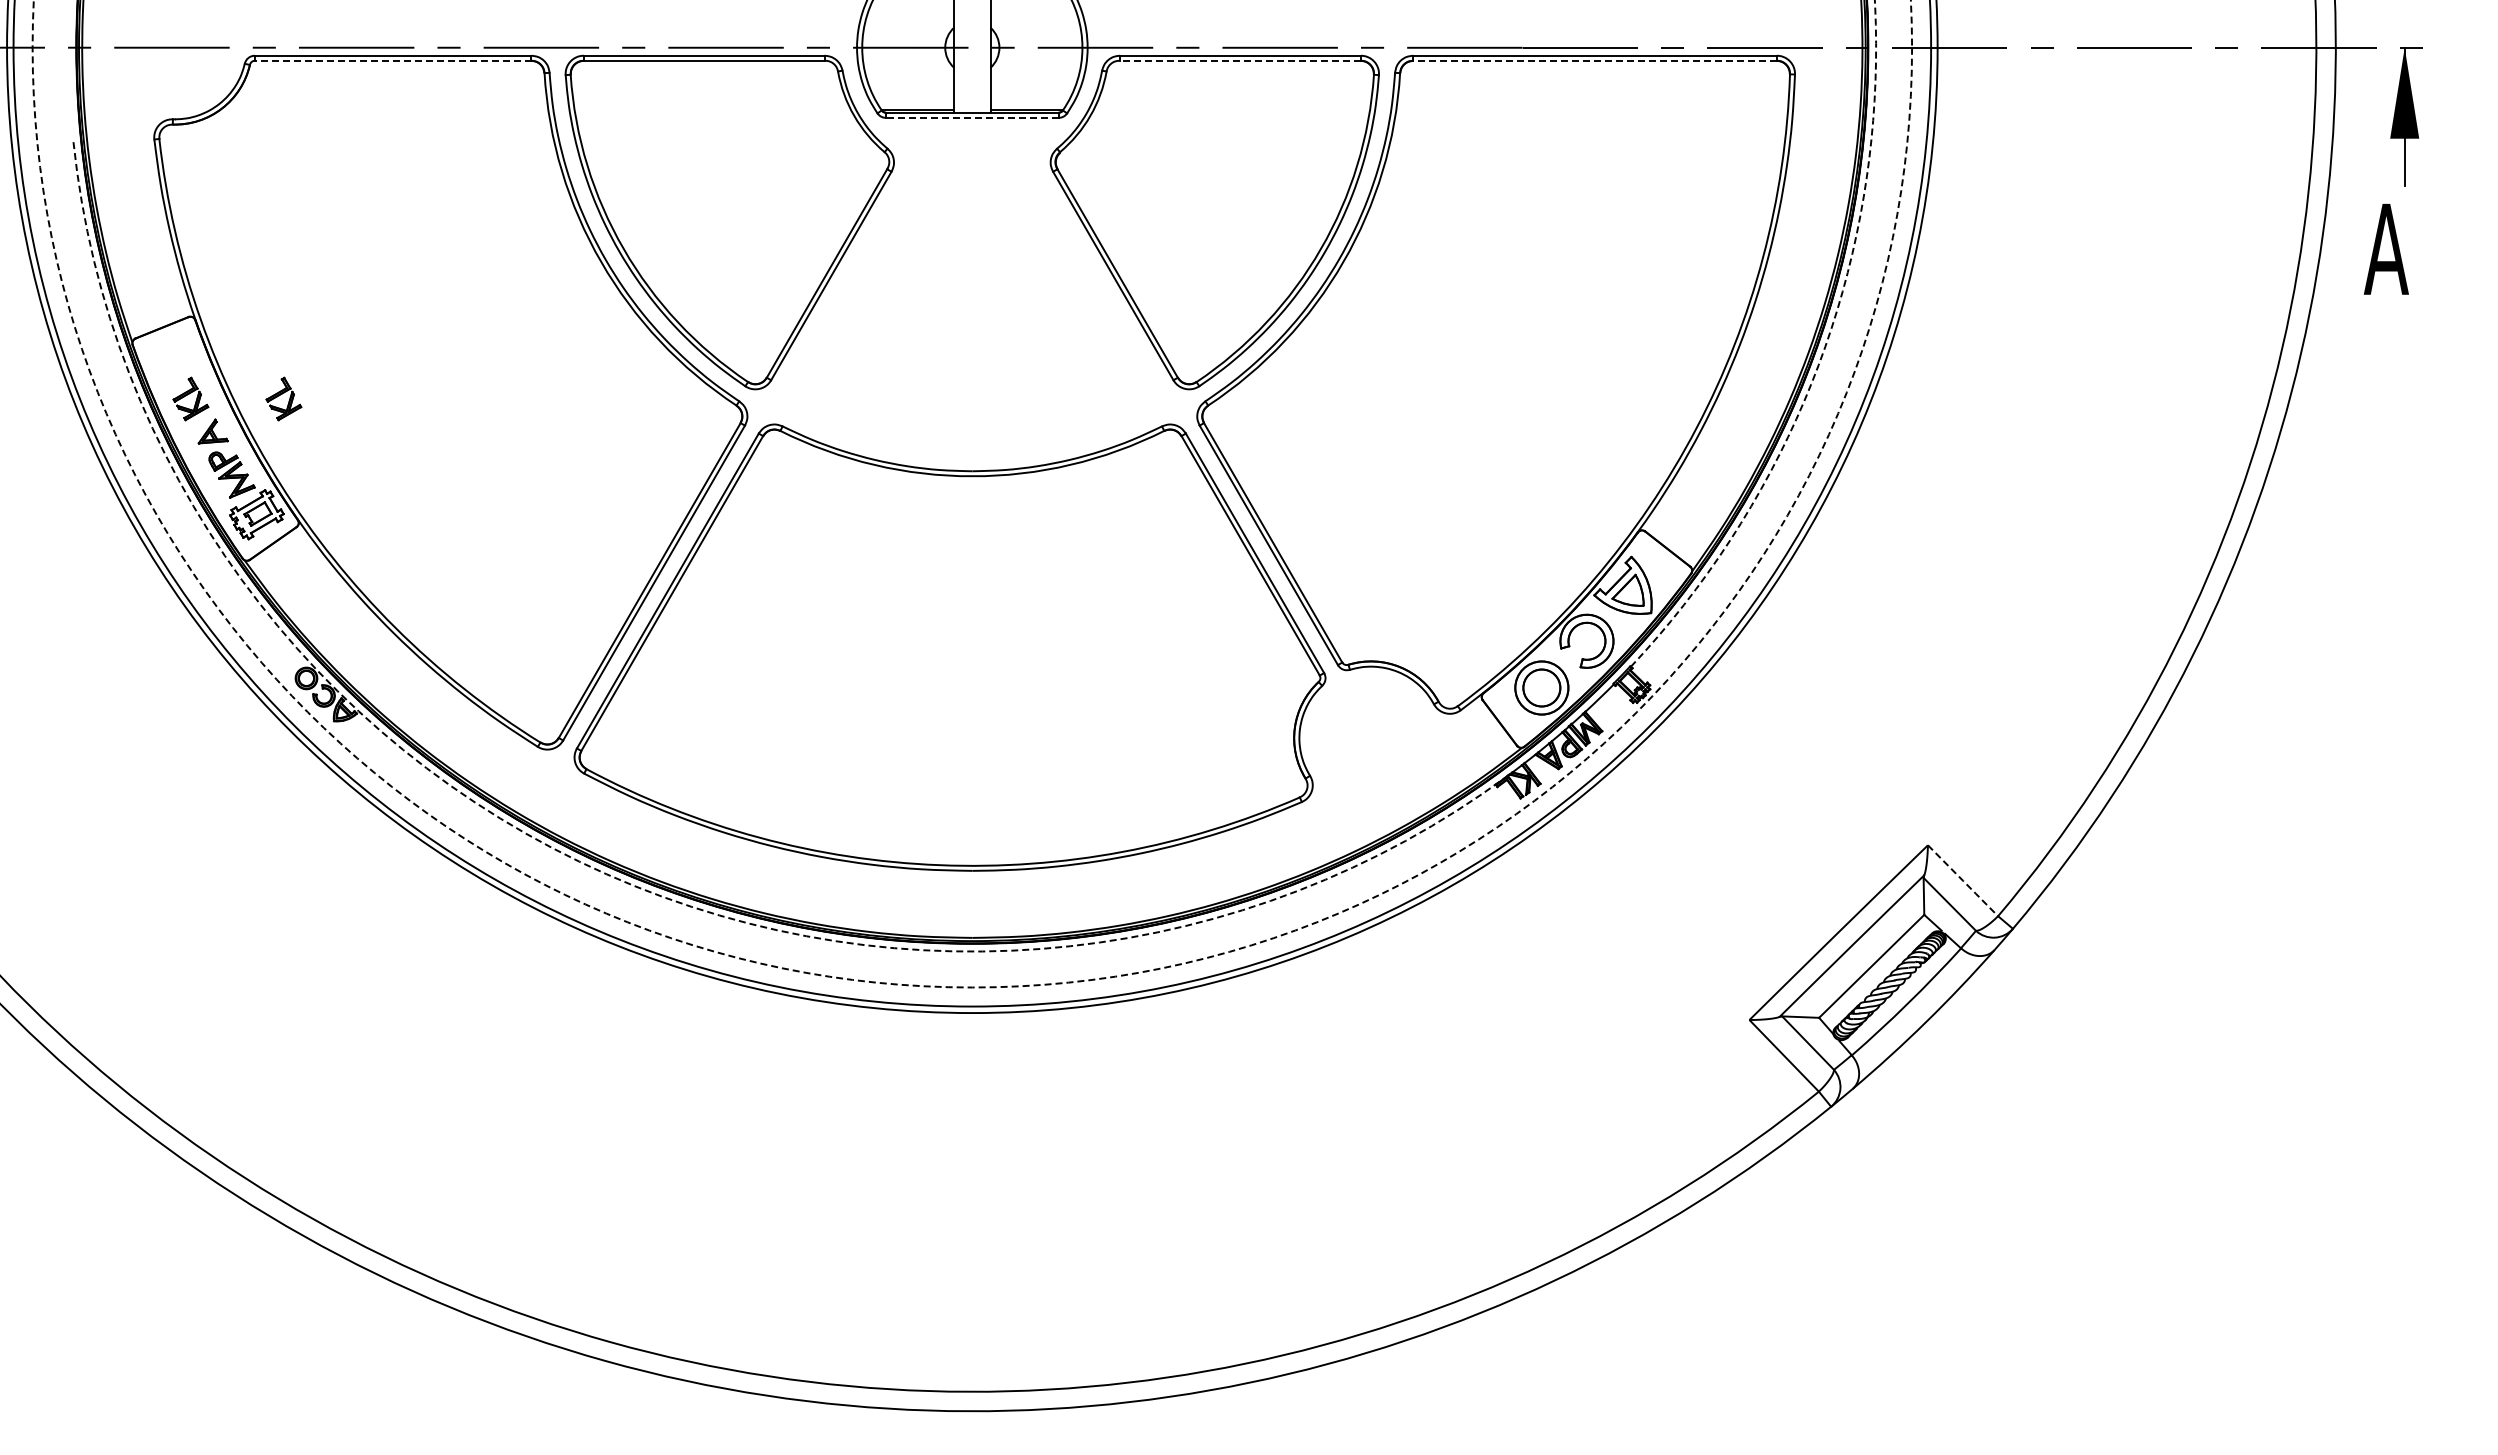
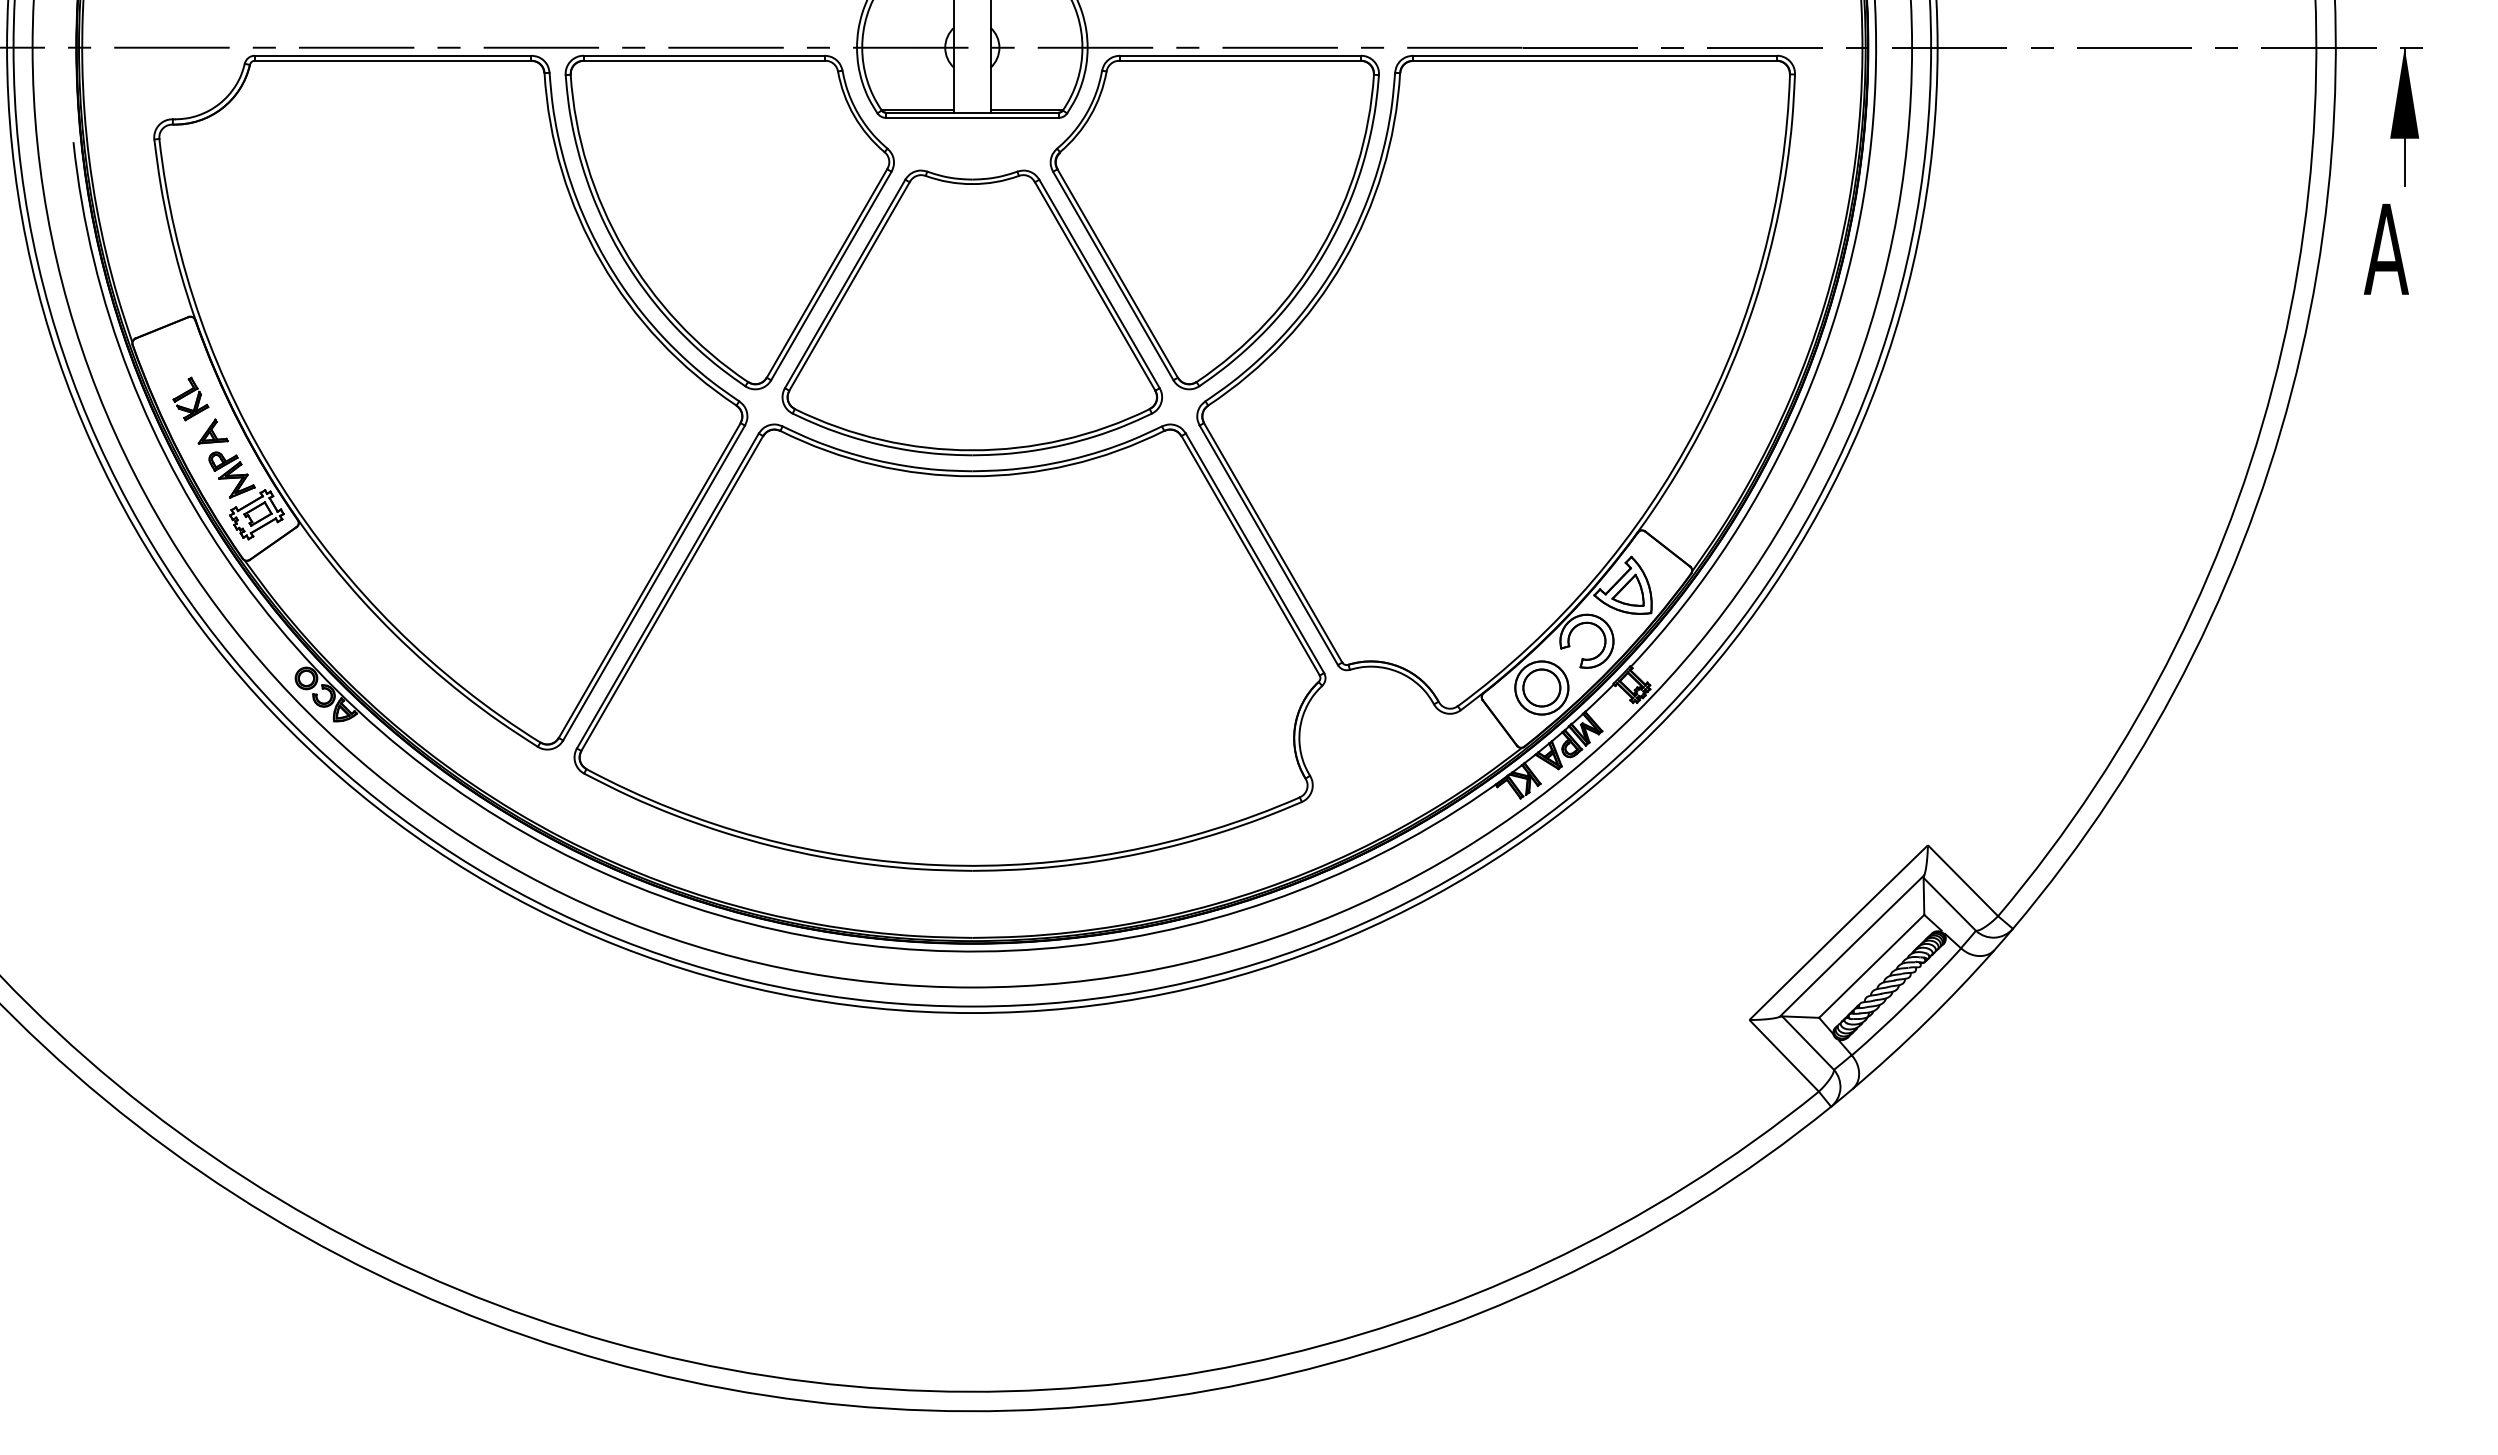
line at (392, 60): dashed -> solid
line at (1240, 60): dashed -> solid
line at (1595, 60): dashed -> solid
line at (971, 117): dashed -> solid
part at (971, 312): none -> present
arc at (1822, 356): dashed -> solid
part at (283, 398): present -> none
circle at (972, 493): dashed -> solid
arc at (606, 874): dashed -> solid
line at (1963, 881): dashed -> solid
